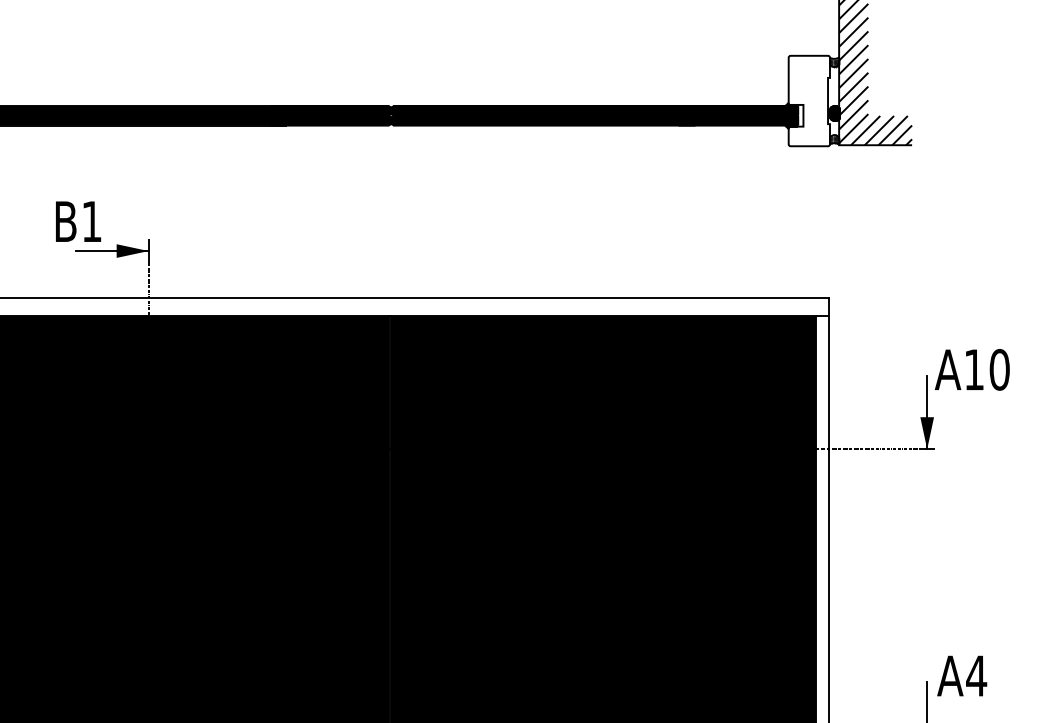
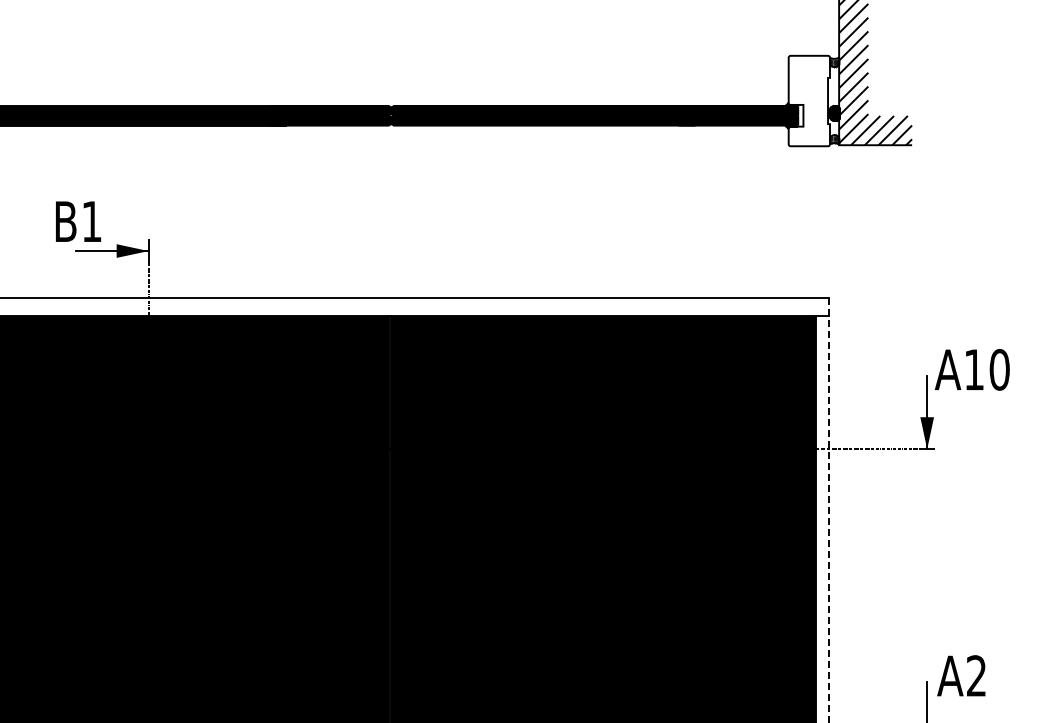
line at (828, 510): solid -> dashed
text at (976, 675): A4 -> A2
